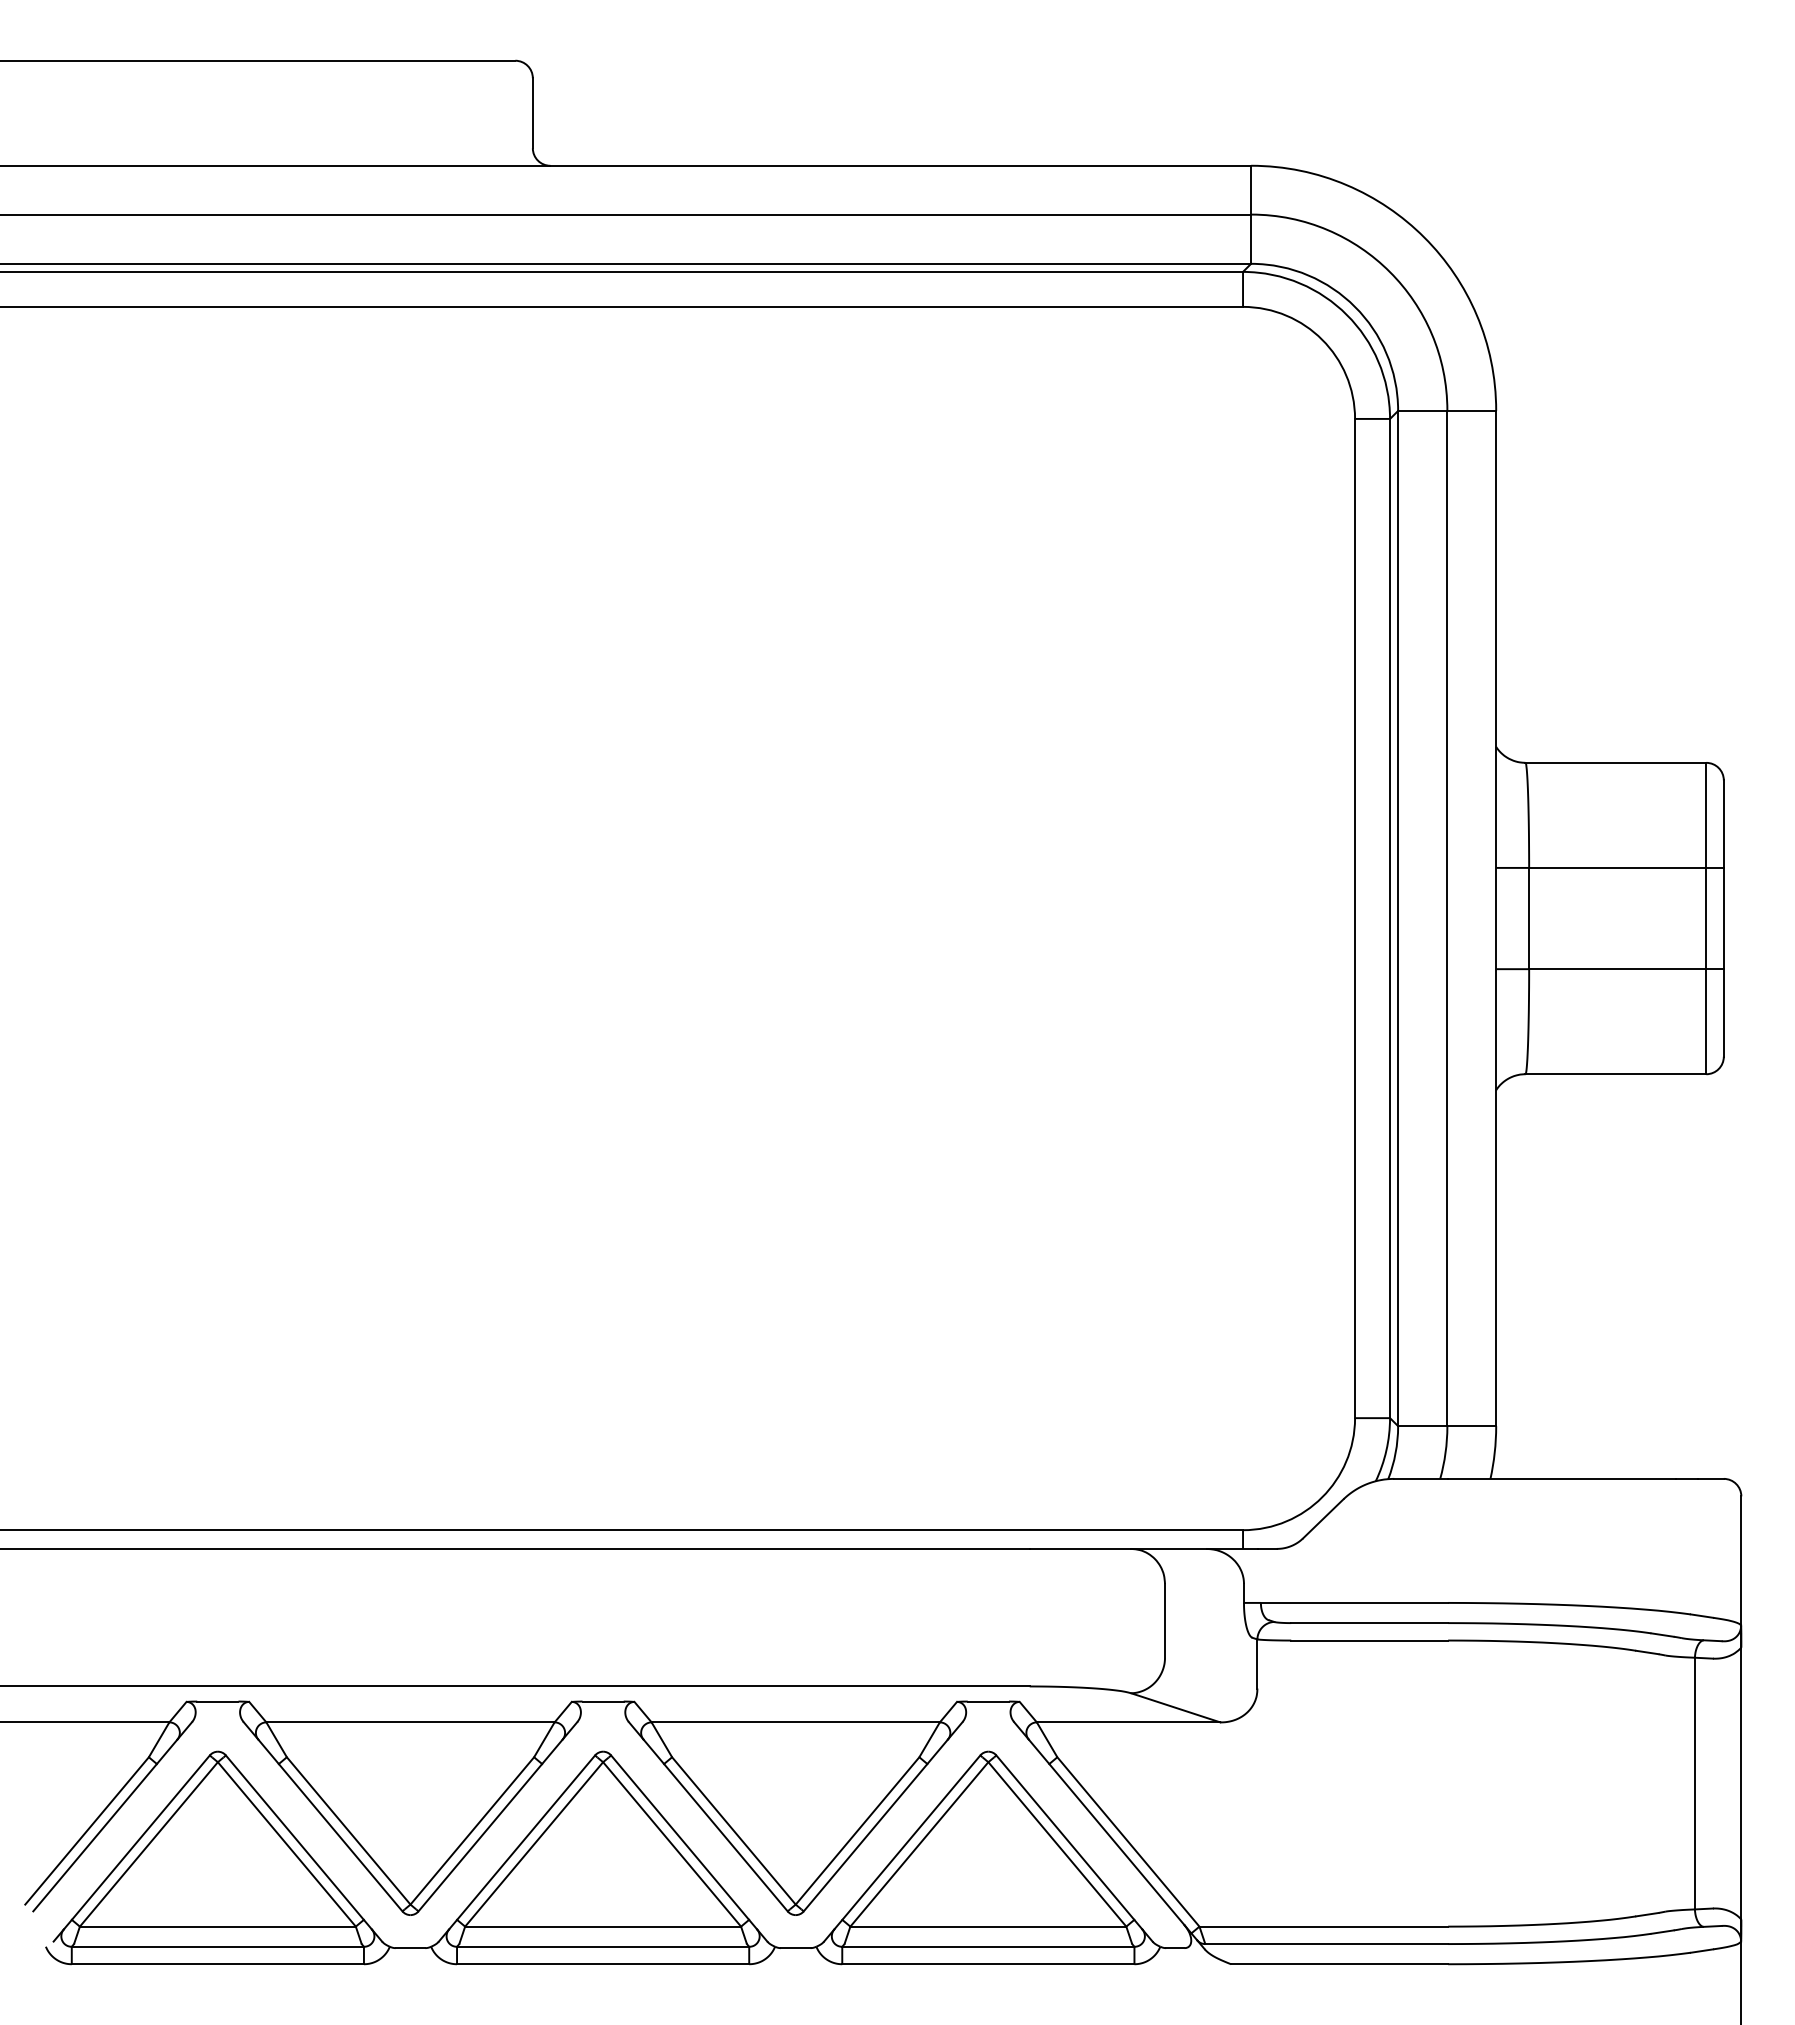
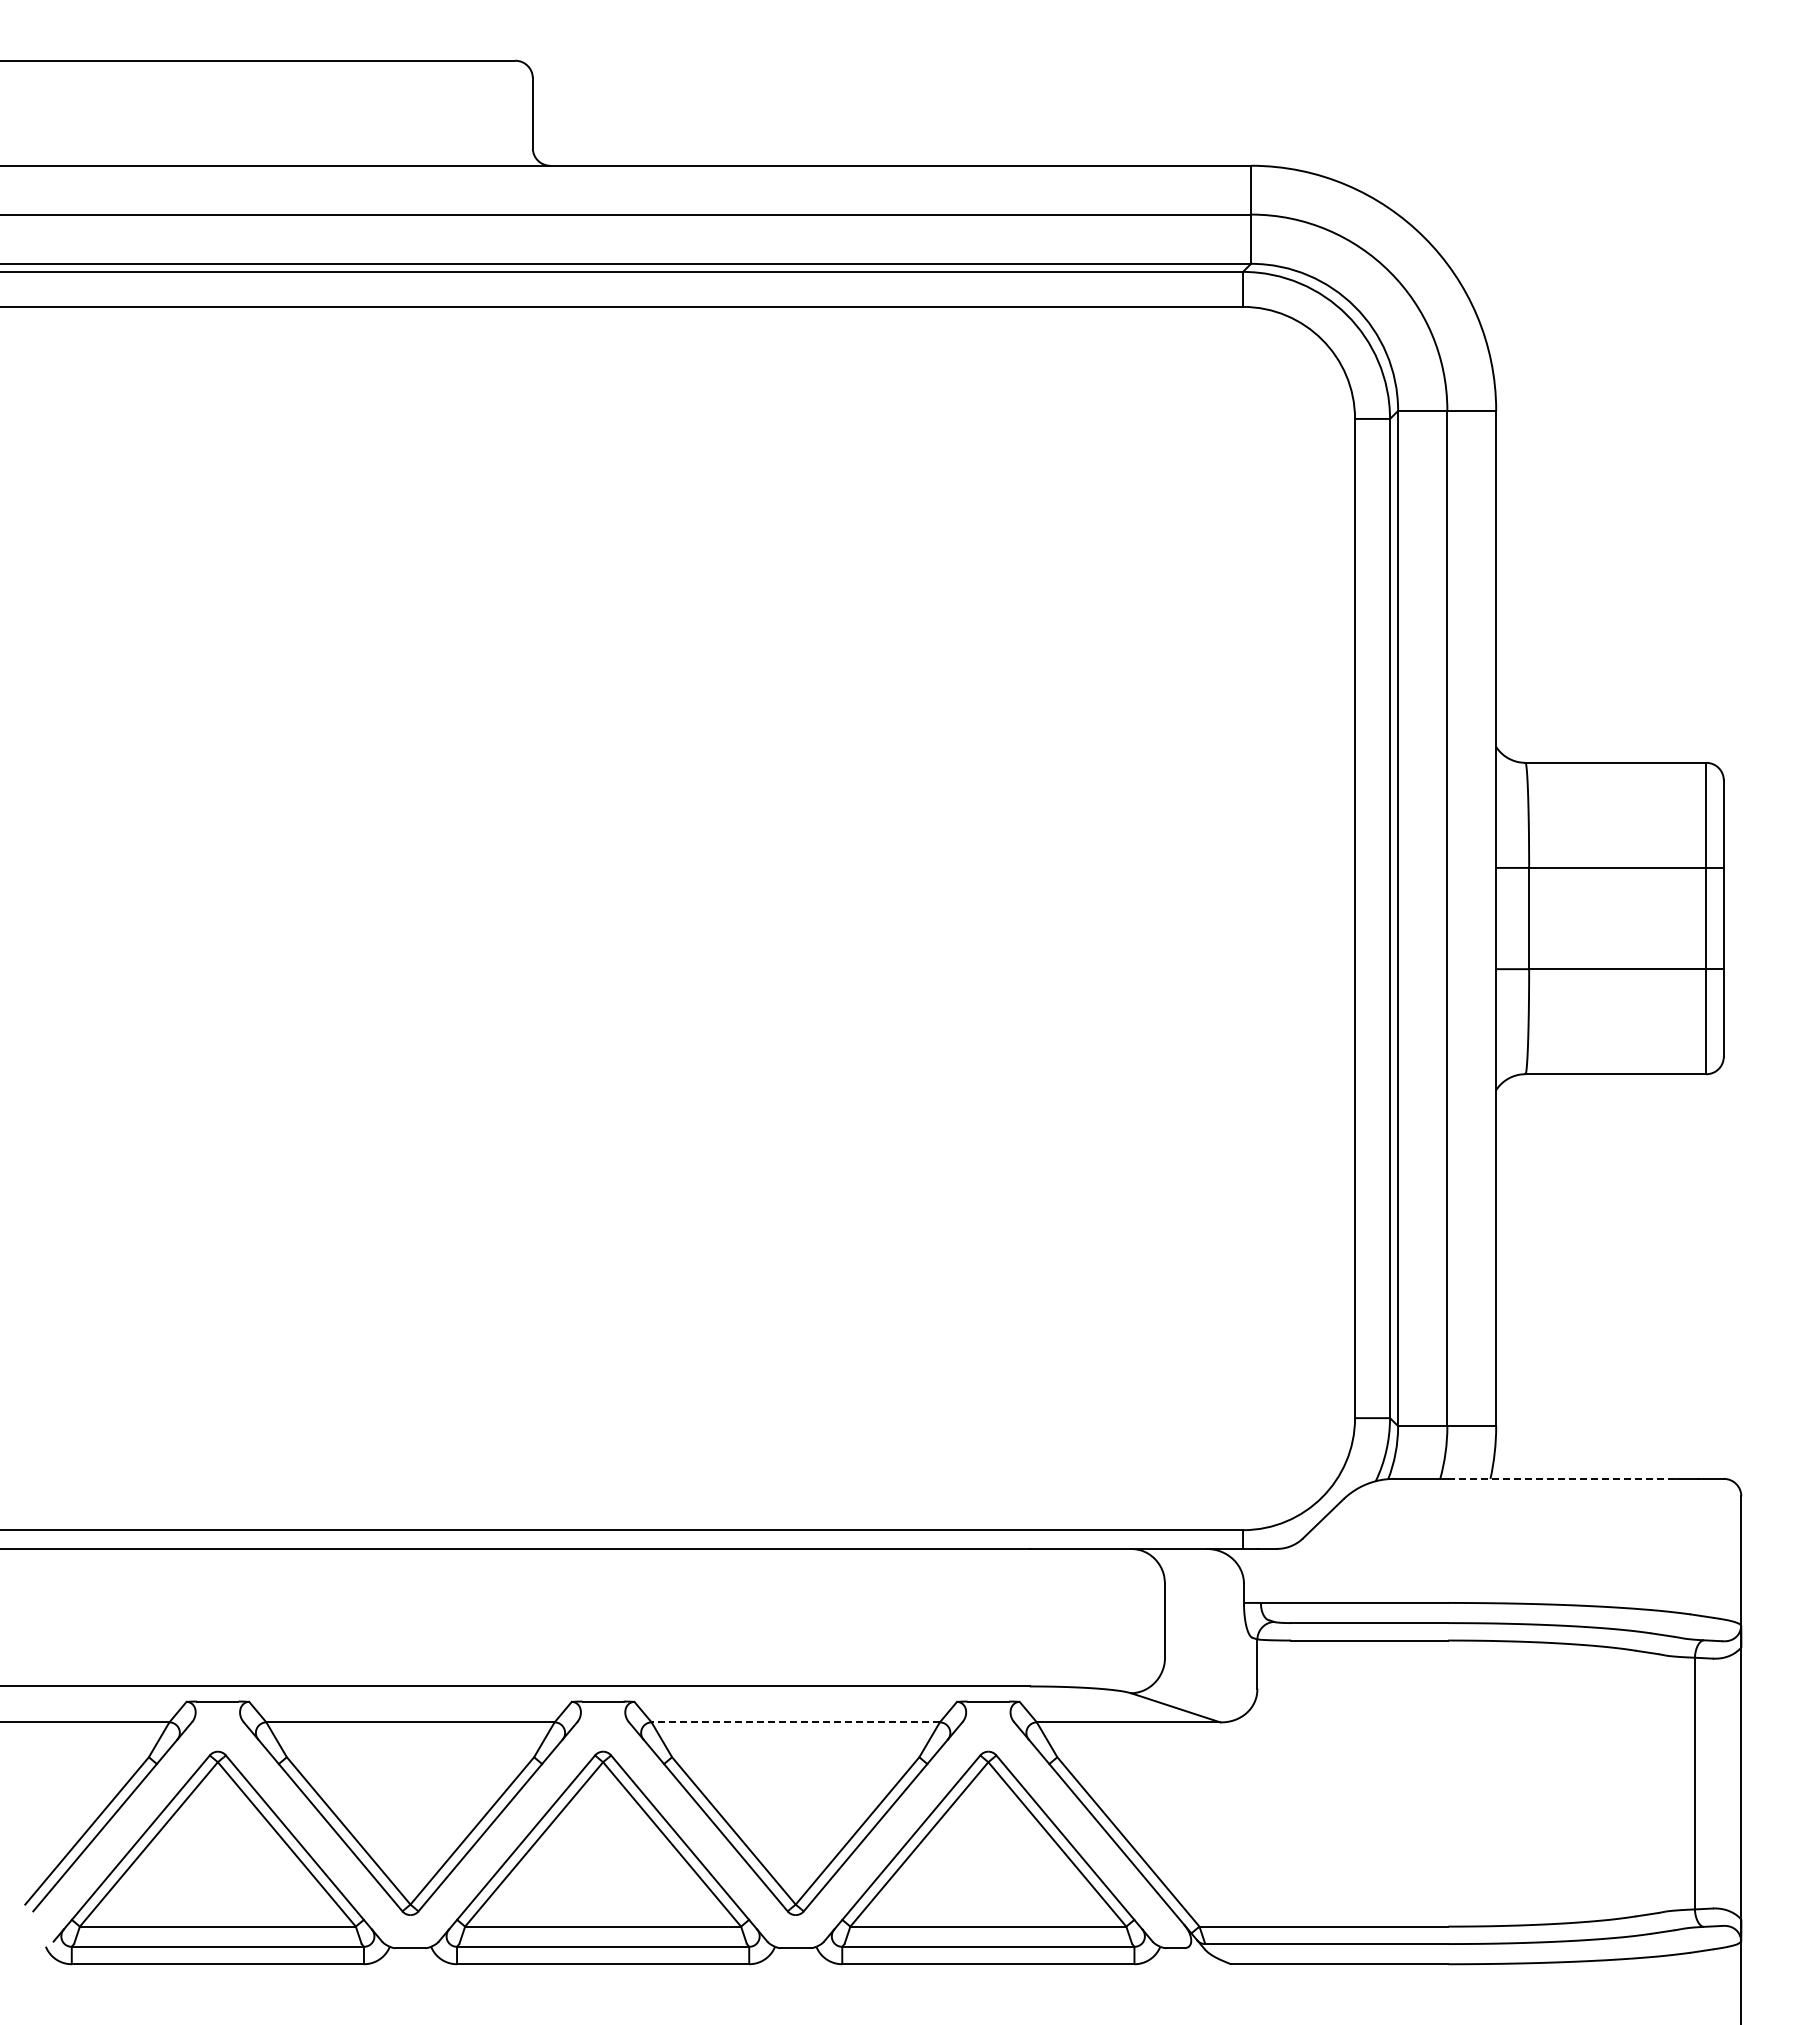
line at (1561, 1478): solid -> dashed
line at (795, 1722): solid -> dashed
